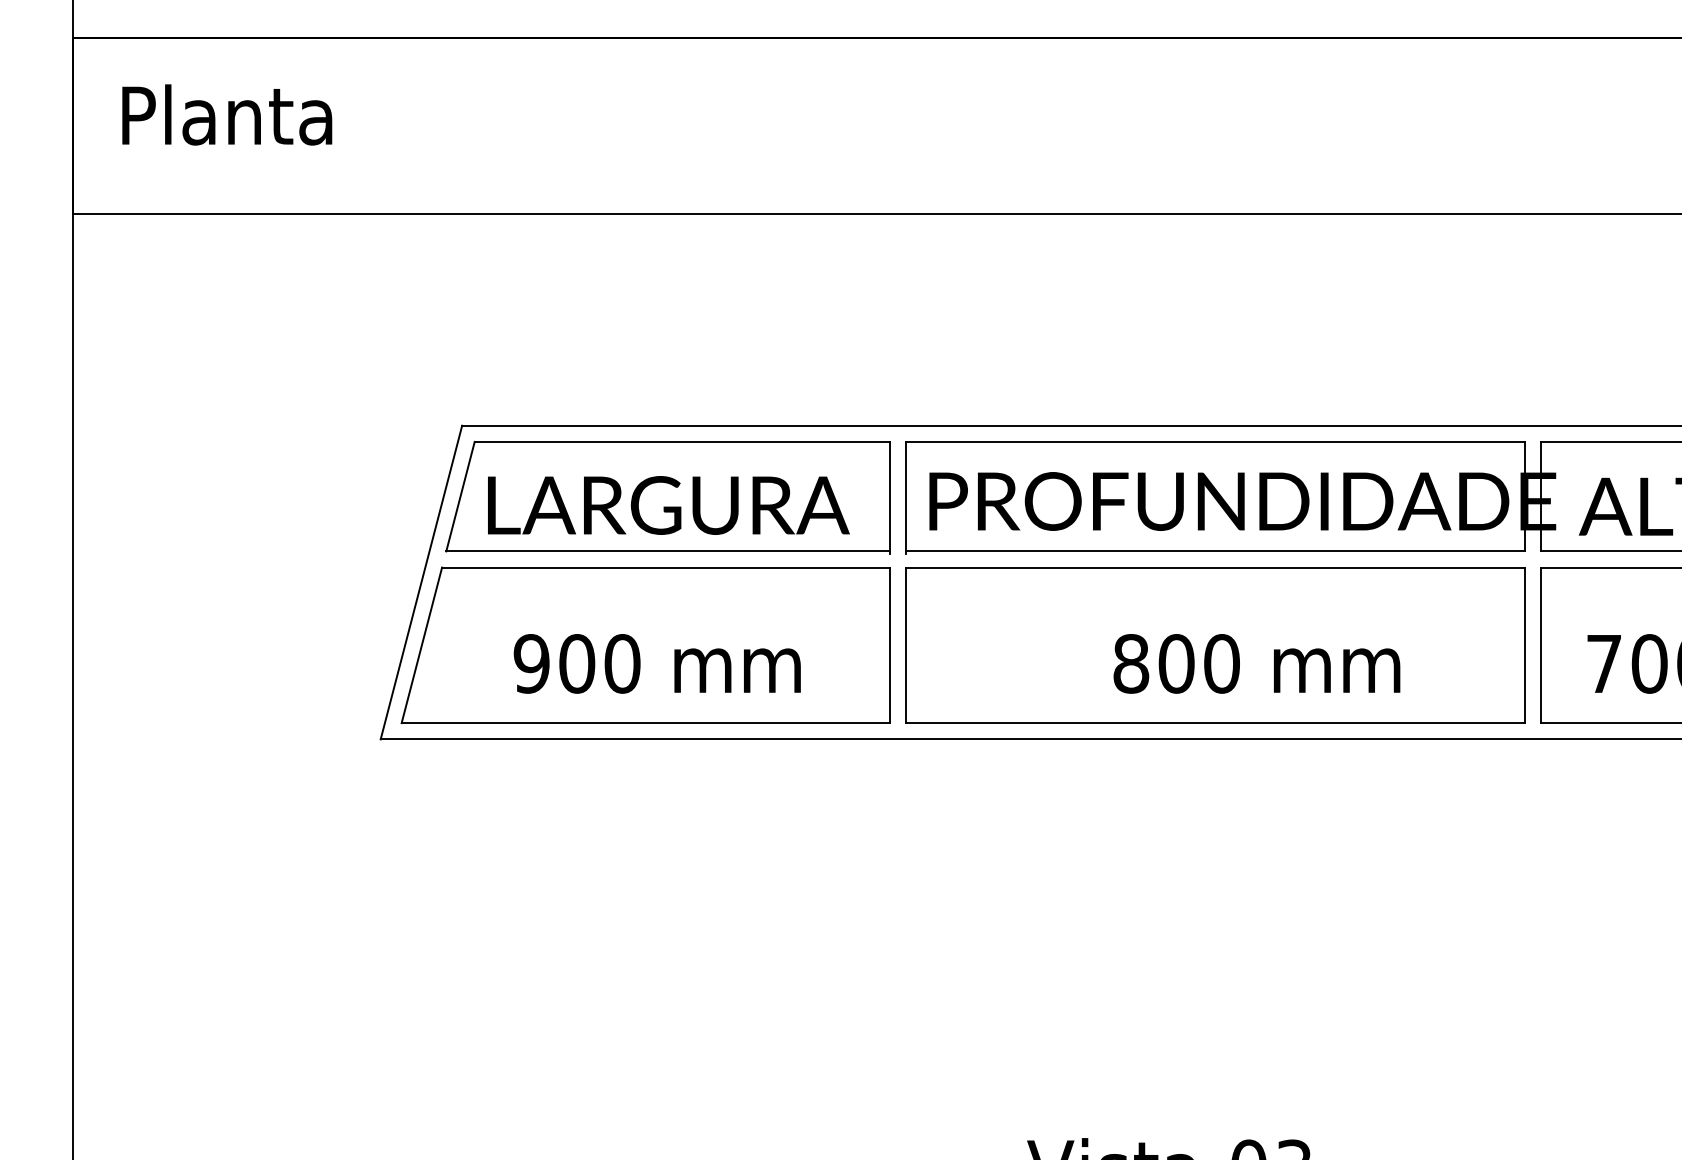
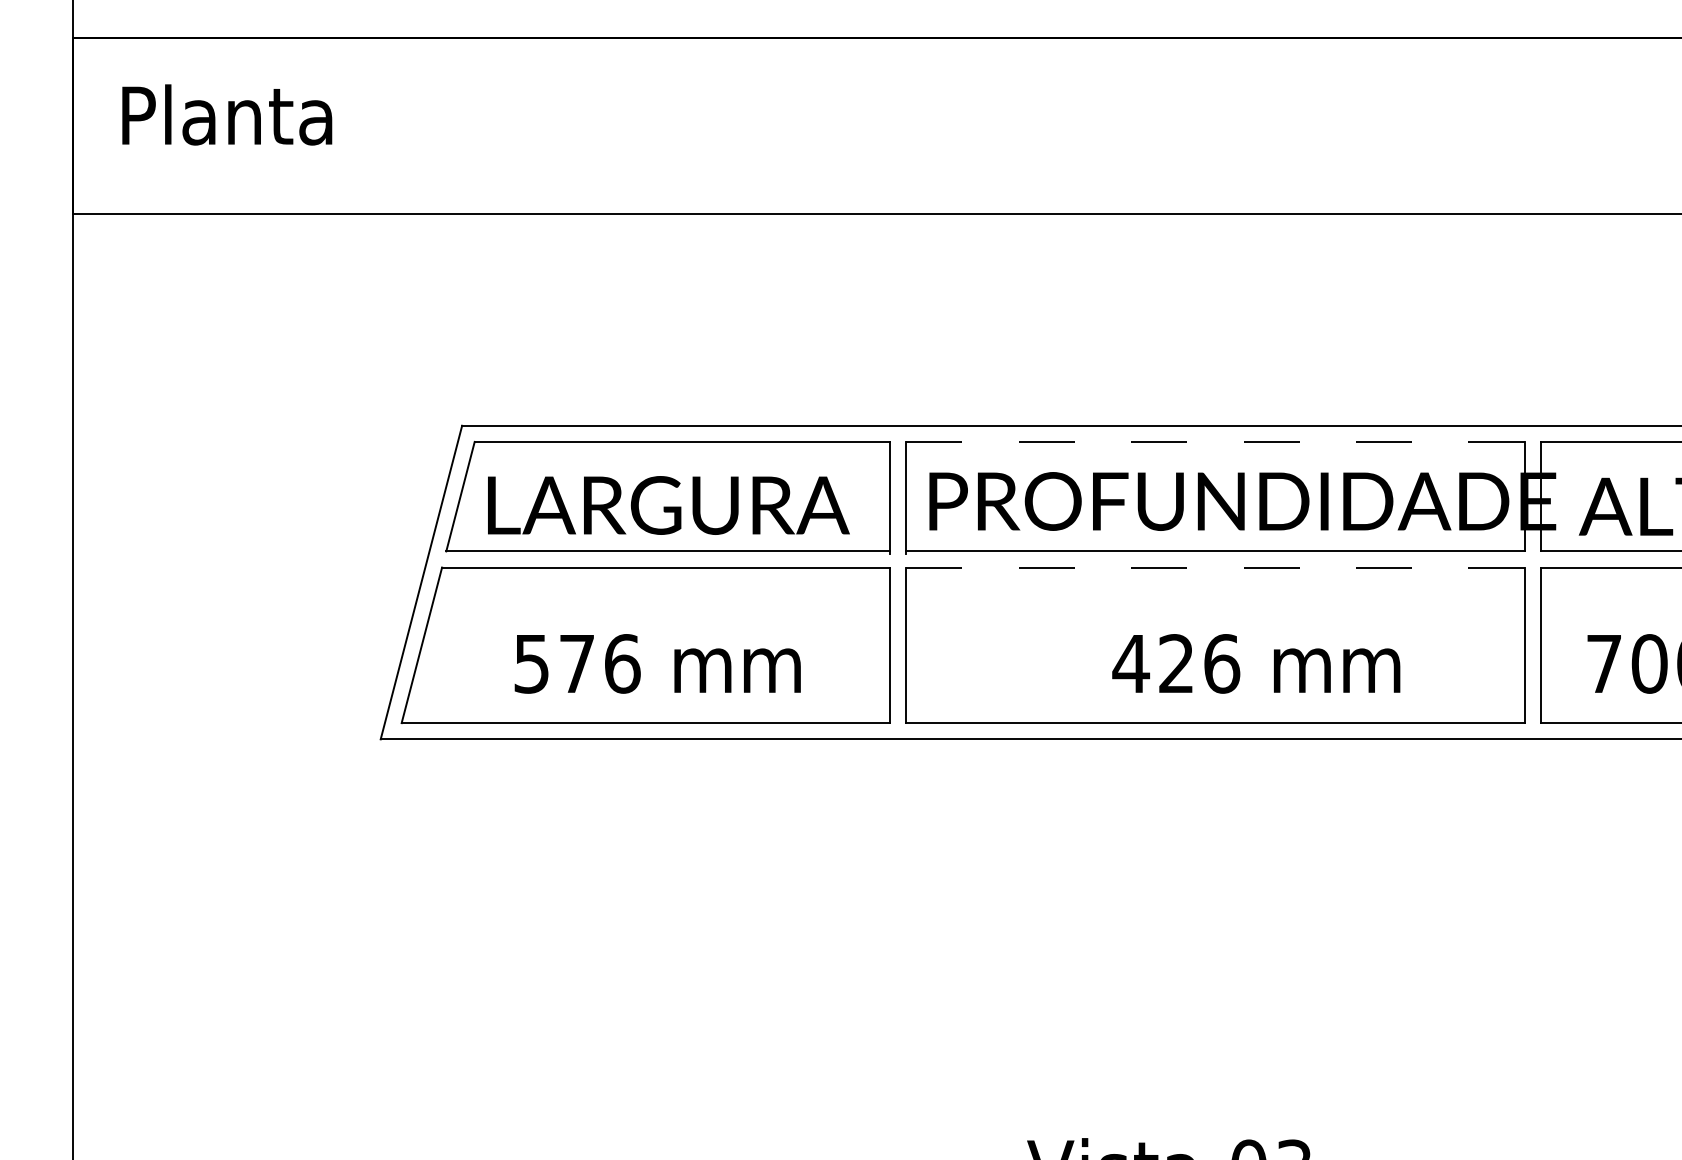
line at (1215, 441): solid -> dashed
line at (1215, 567): solid -> dashed
text at (576, 663): 900 -> 576
text at (1176, 663): 800 -> 426
